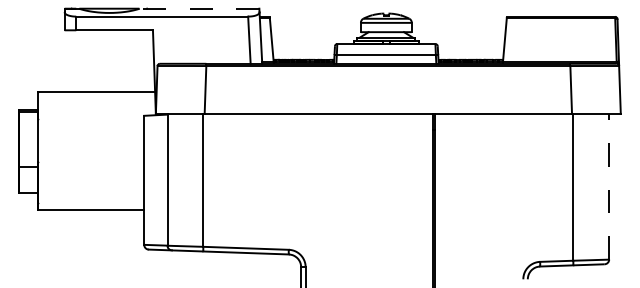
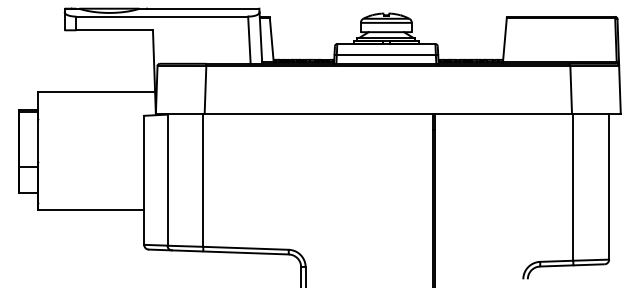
line at (199, 8): dashed -> solid
line at (609, 186): dashed -> solid
